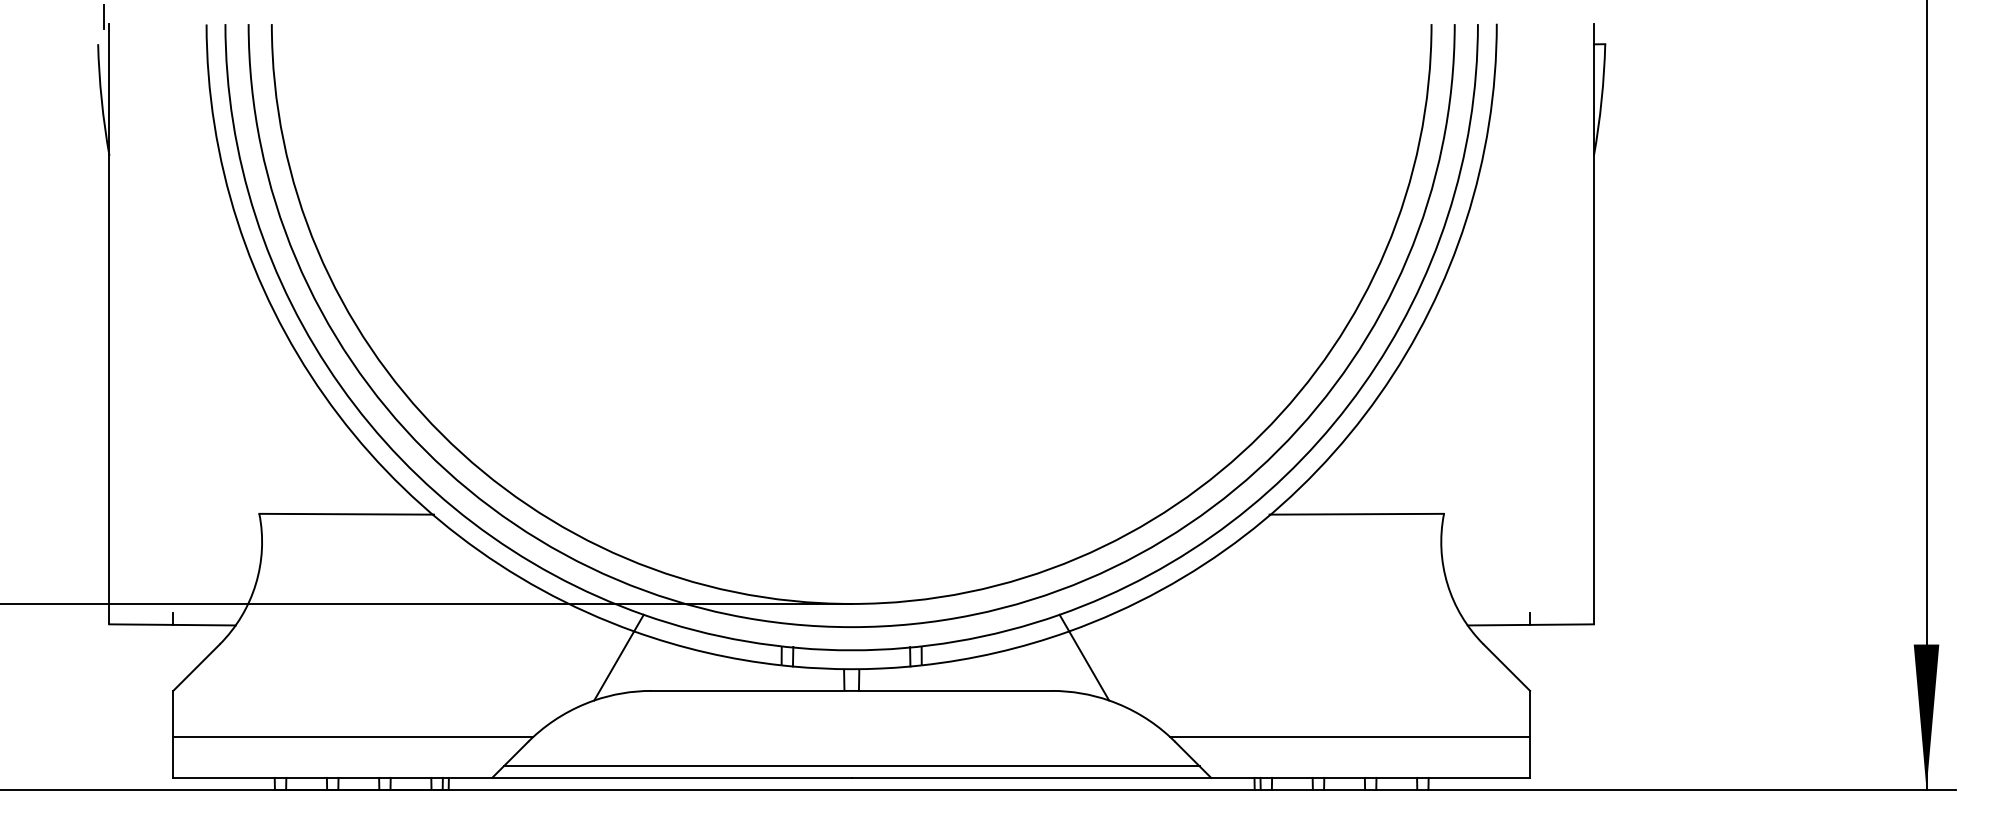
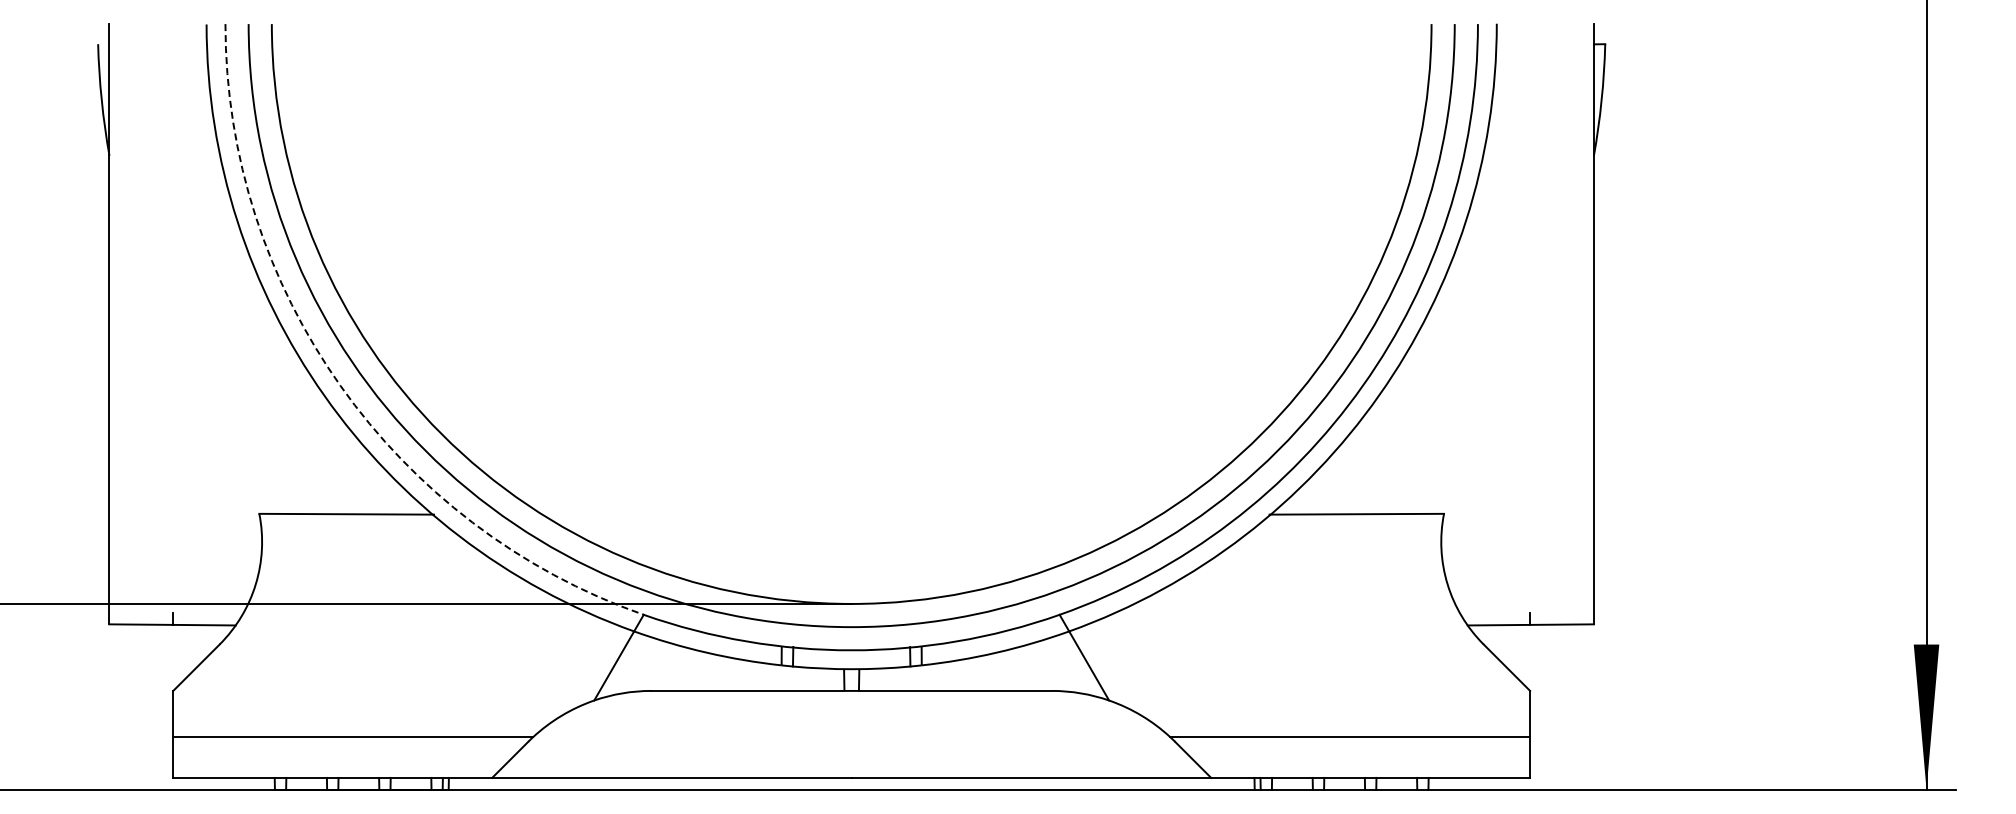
line at (103, 16): present -> none
arc at (340, 386): solid -> dashed
line at (851, 766): present -> none
